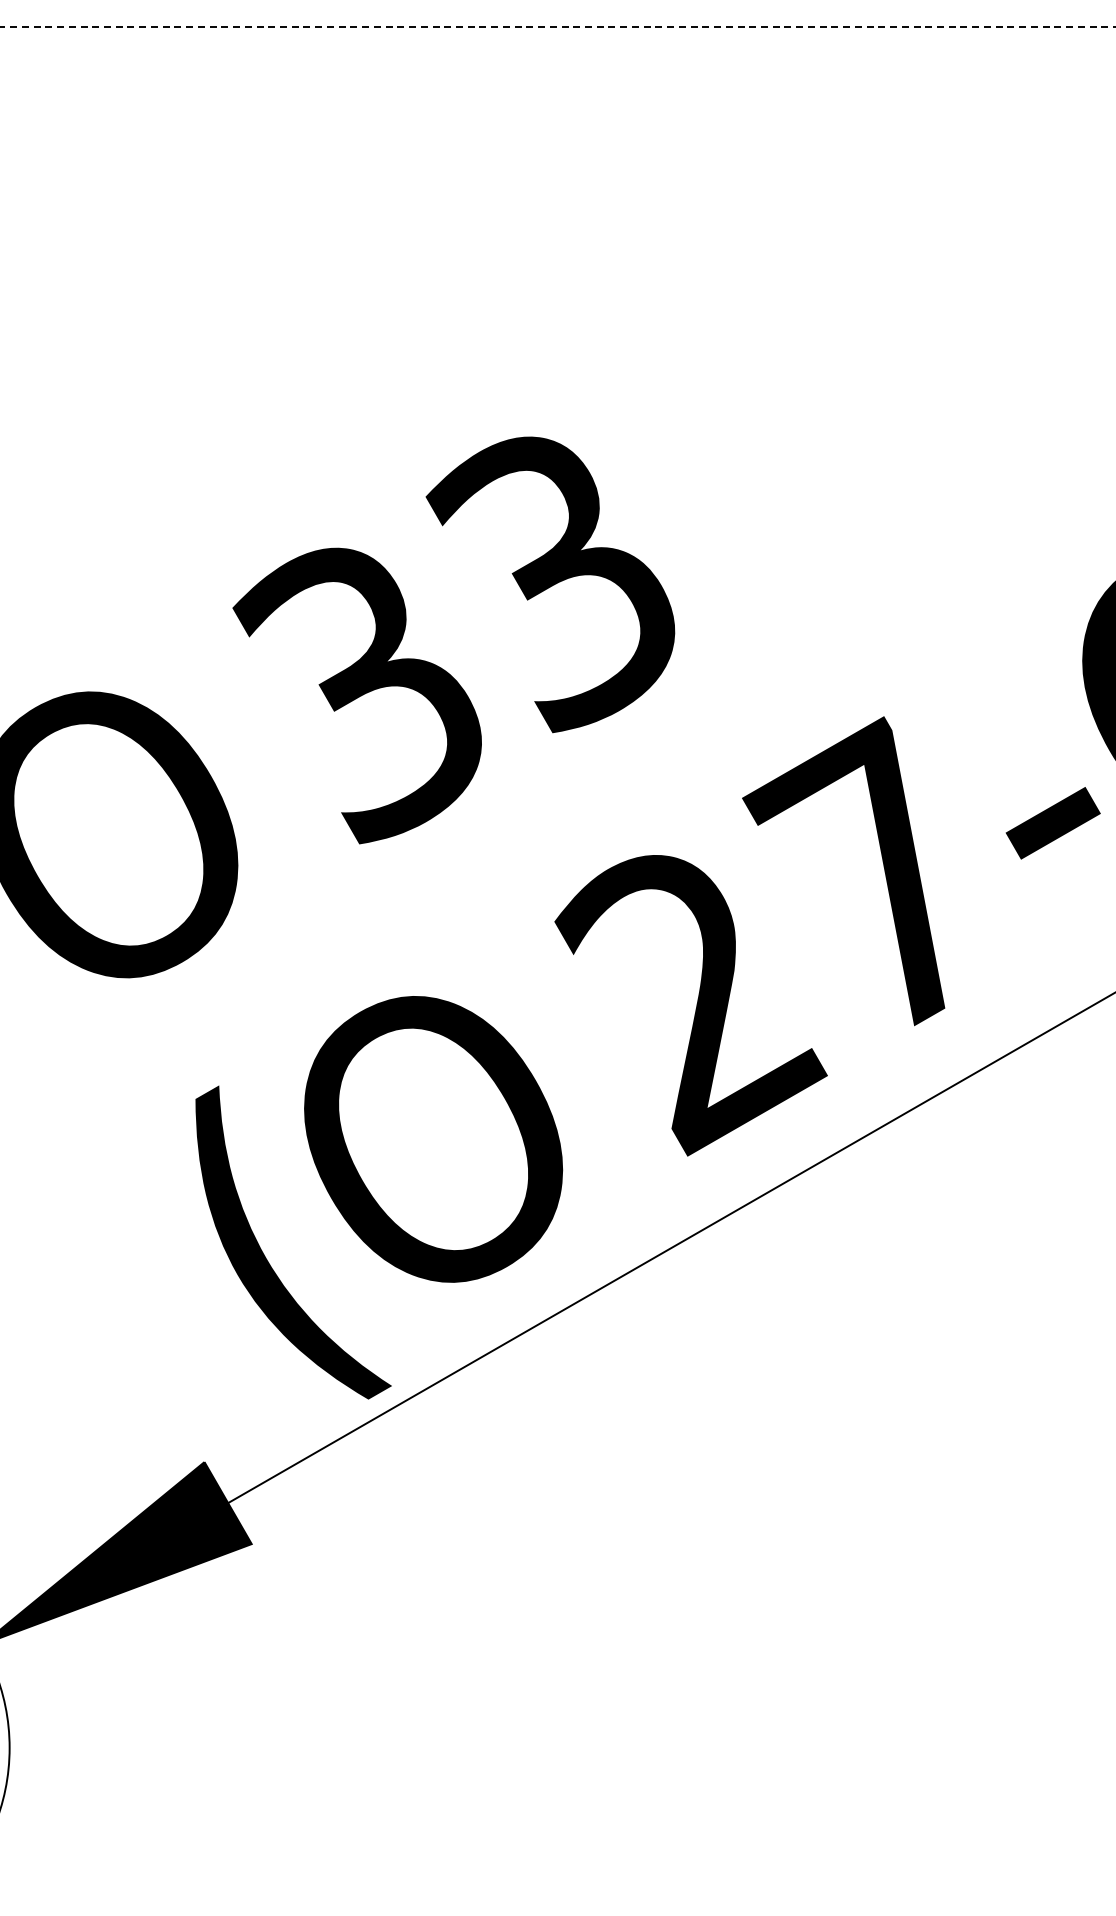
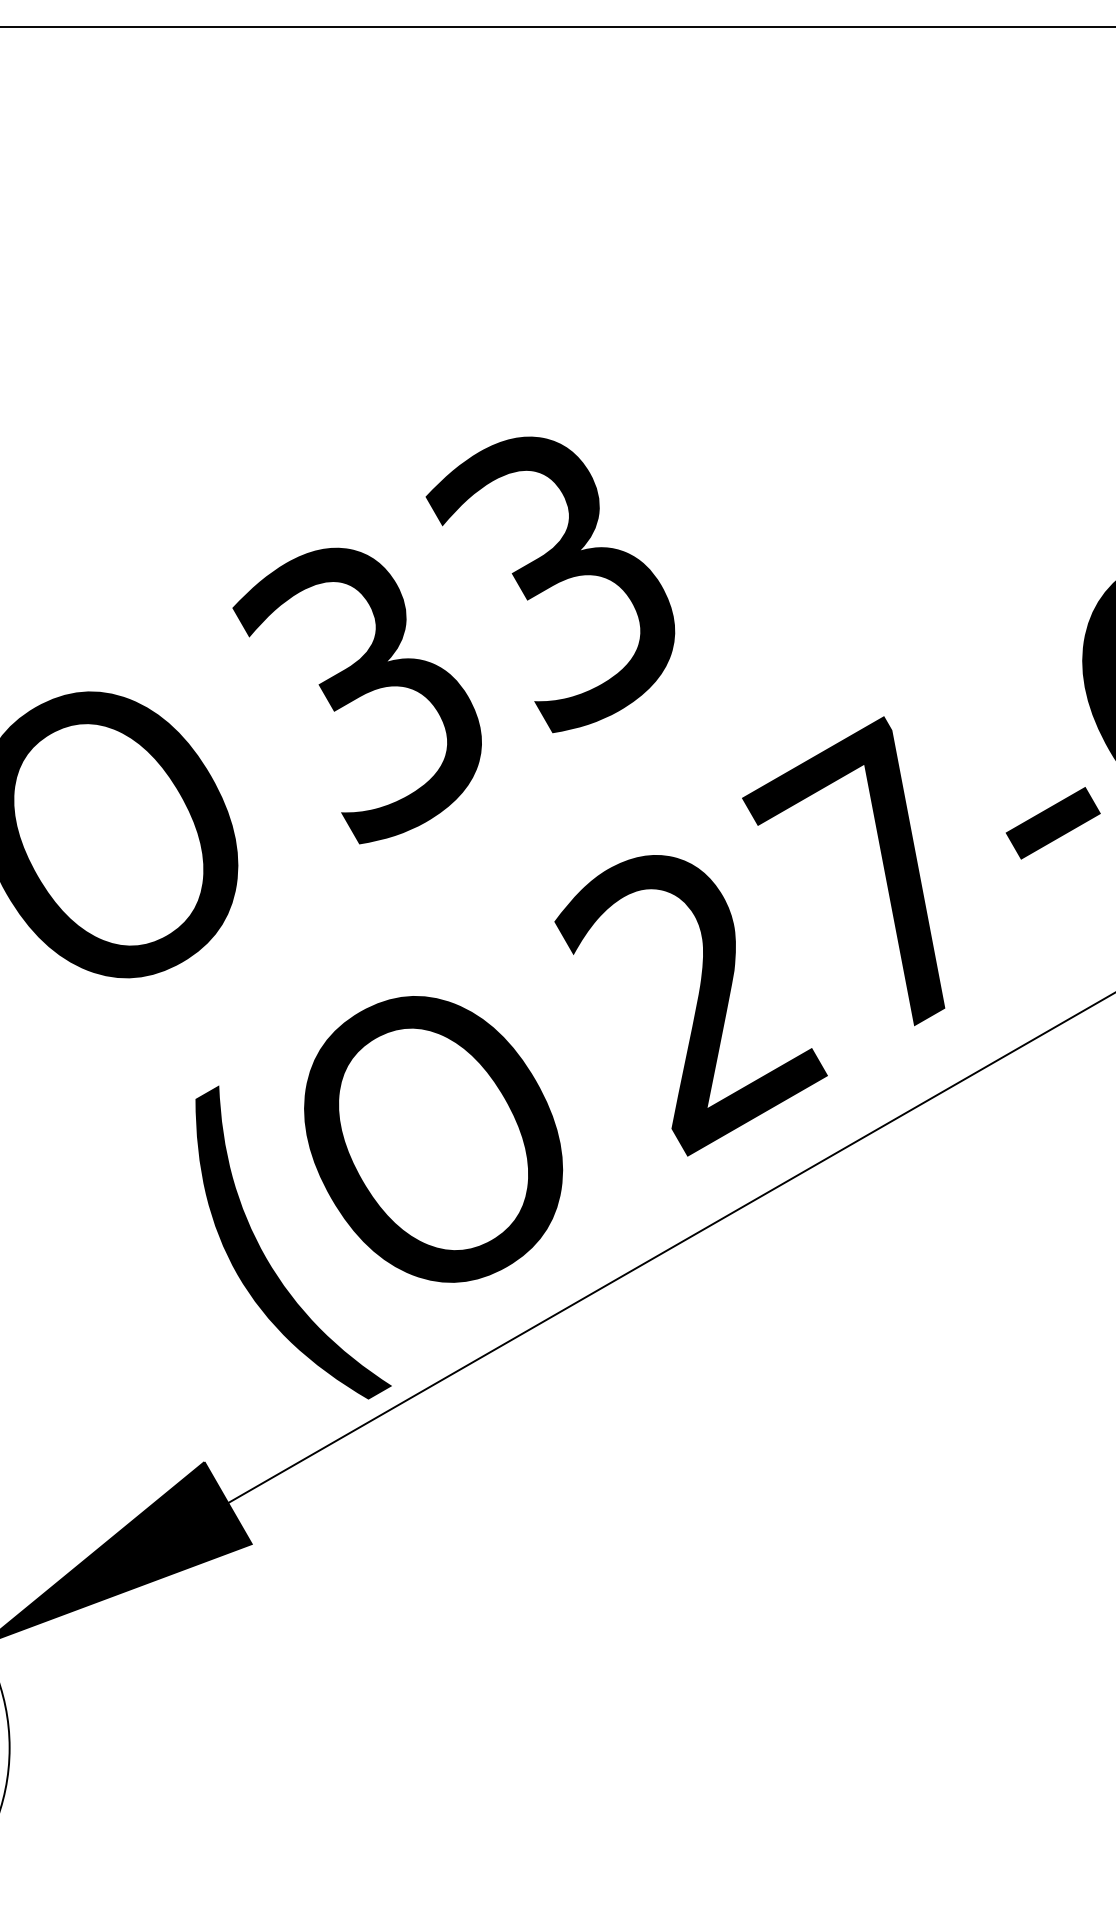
line at (557, 26): dashed -> solid
